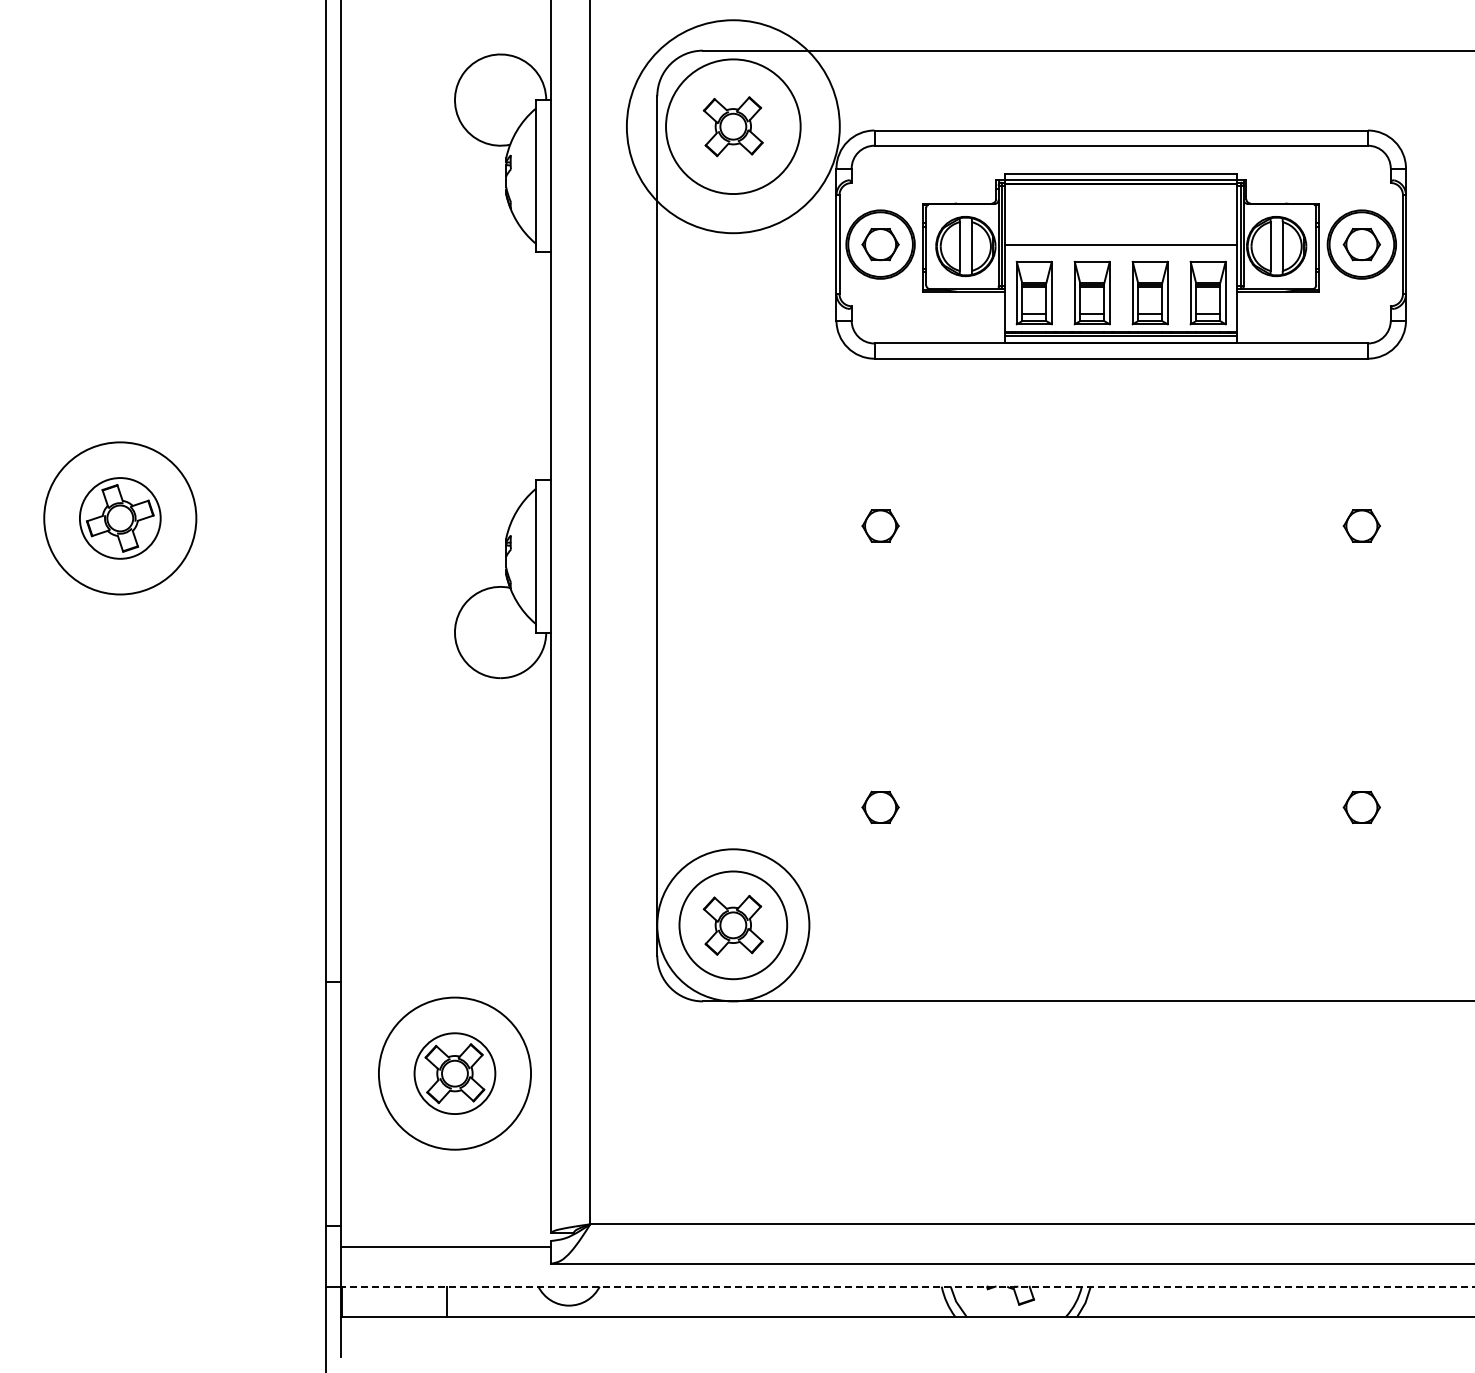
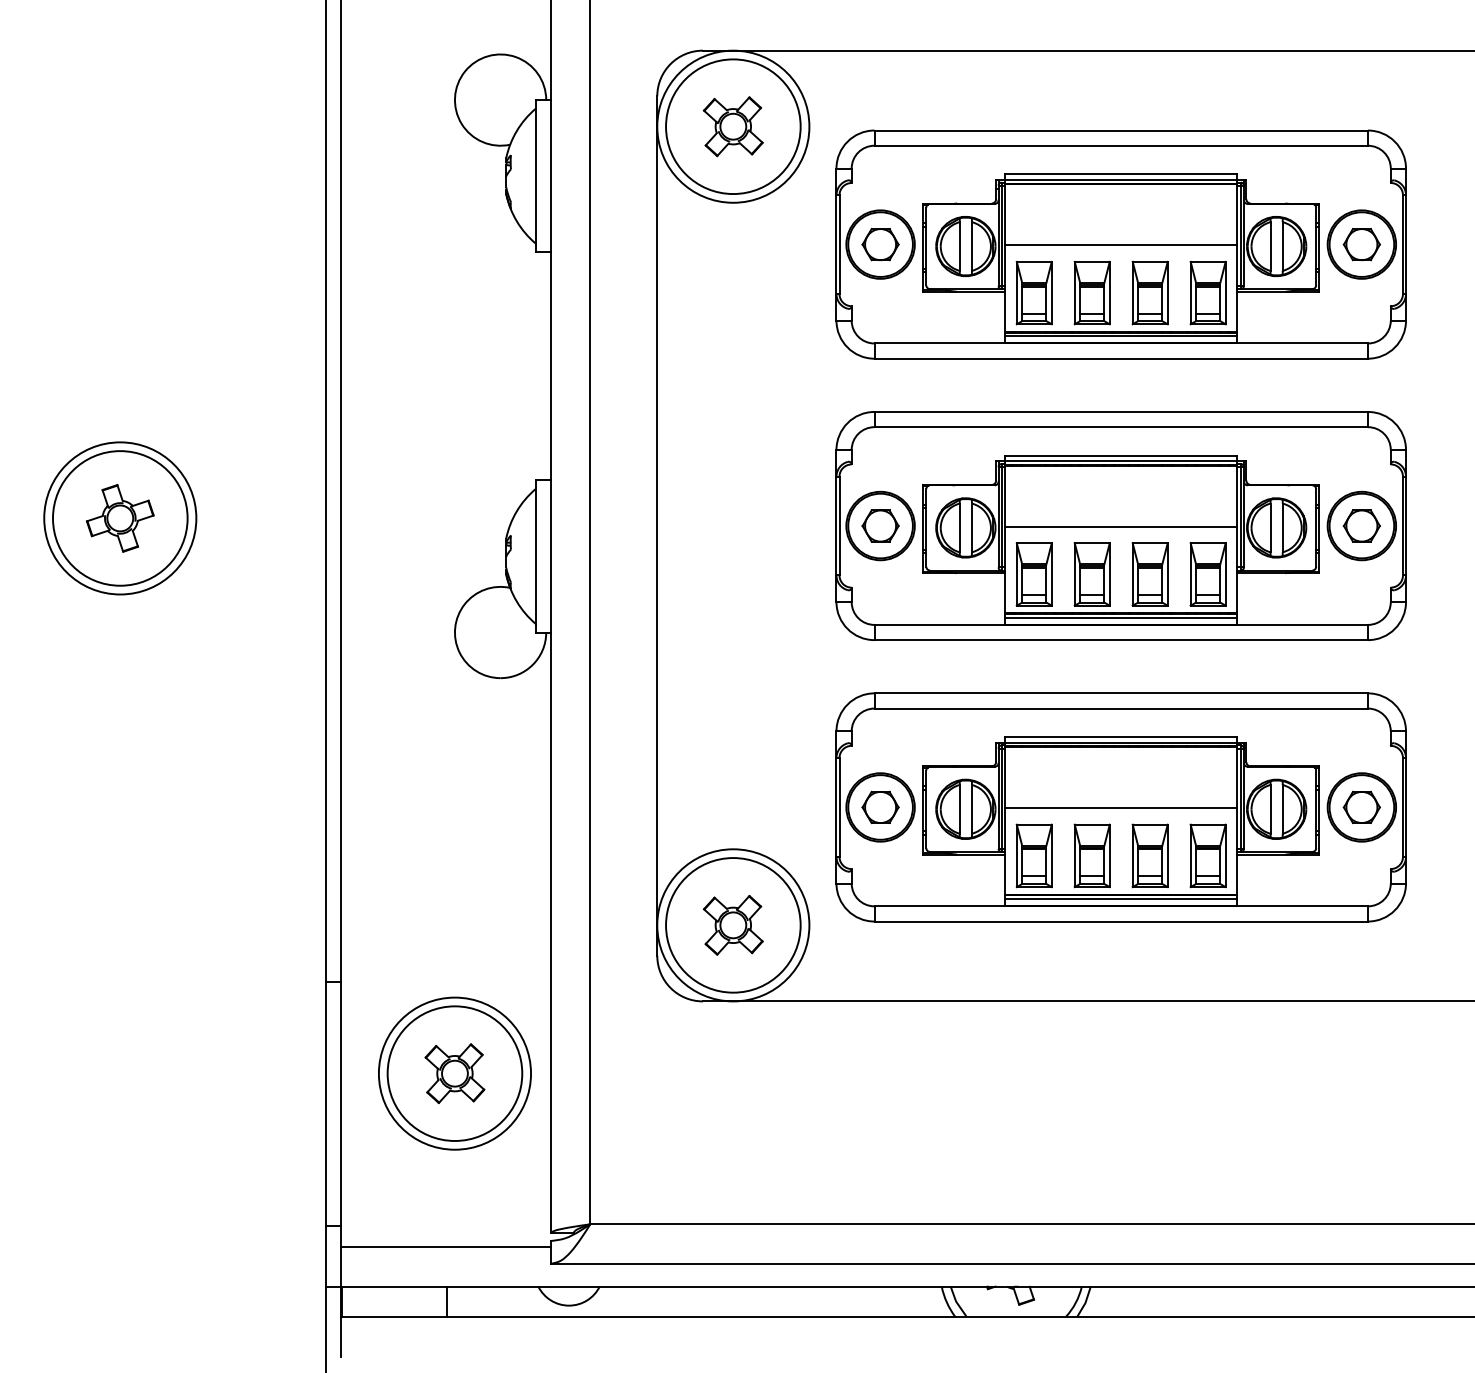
circle at (732, 126) diameter: 213 px -> 152 px
circle at (119, 518) diameter: 81 px -> 135 px
part at (1120, 525): none -> present
part at (1120, 807): none -> present
circle at (733, 925) diameter: 108 px -> 135 px
circle at (454, 1073) diameter: 81 px -> 135 px
line at (907, 1286): dashed -> solid
